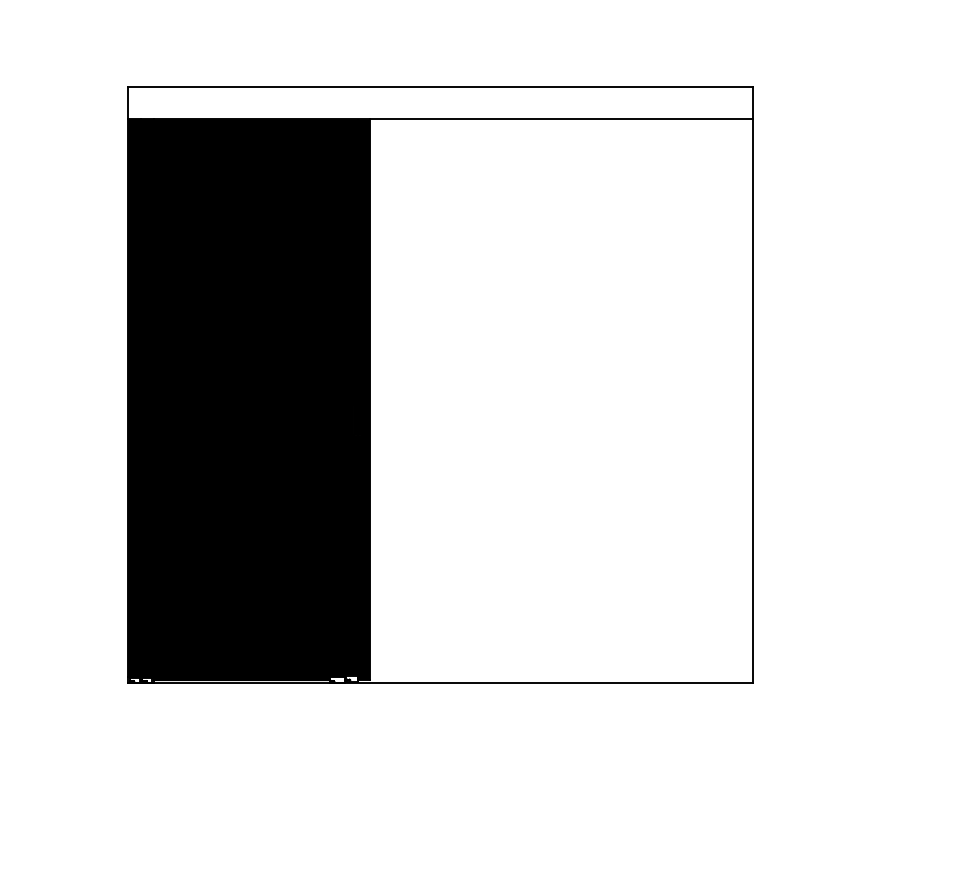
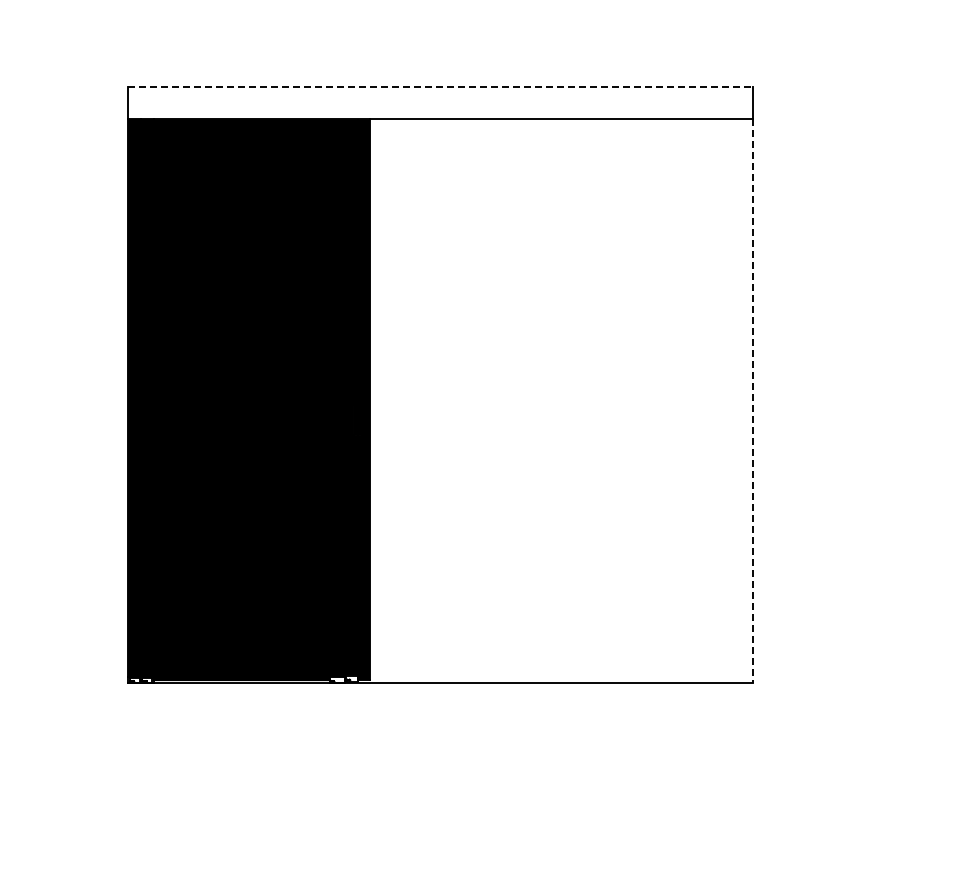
line at (441, 86): solid -> dashed
line at (752, 401): solid -> dashed
